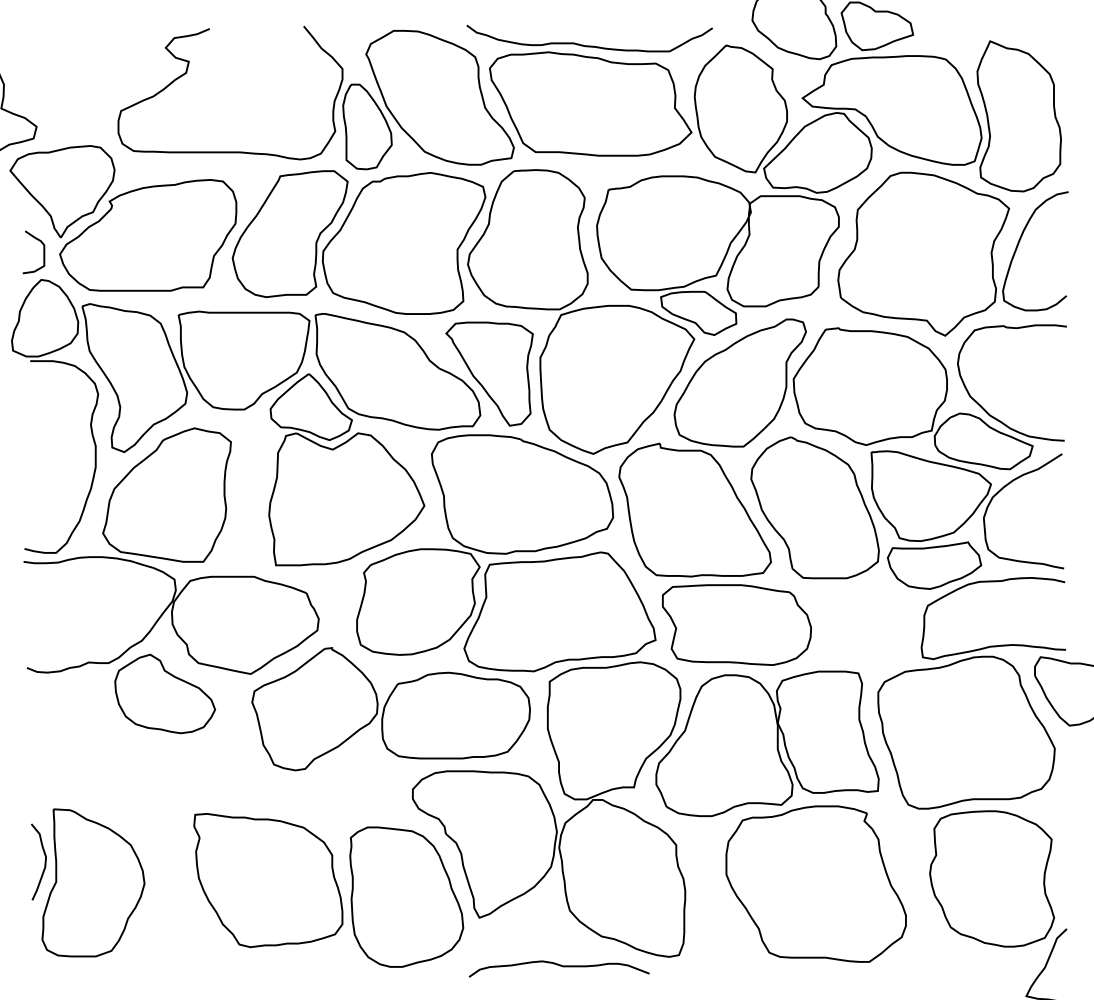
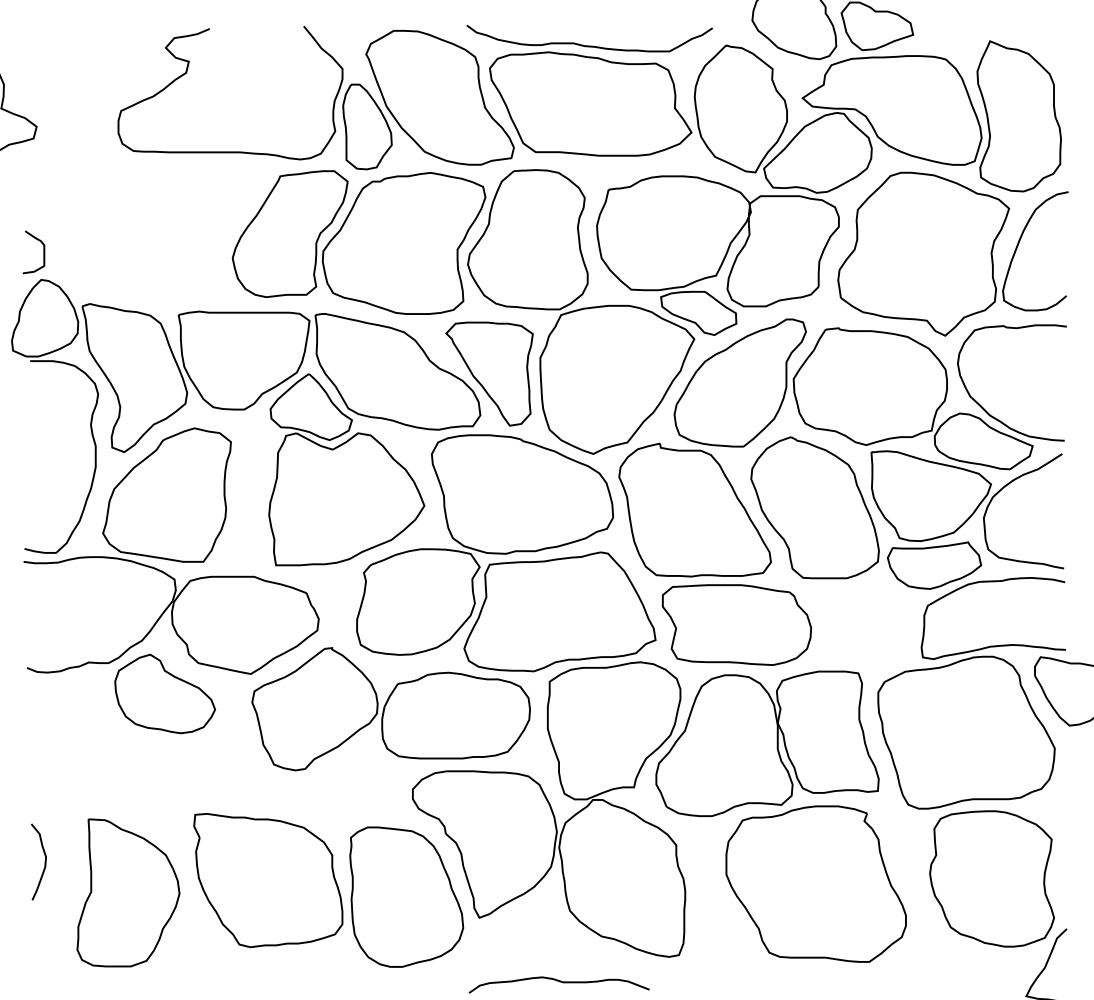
part at (123, 218): present -> none
part at (93, 882) position: (93, 882) -> (128, 892)
curve at (559, 966) position: (559, 966) -> (559, 982)
